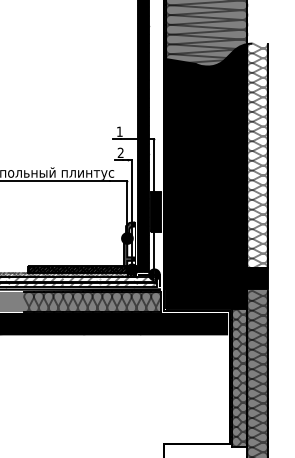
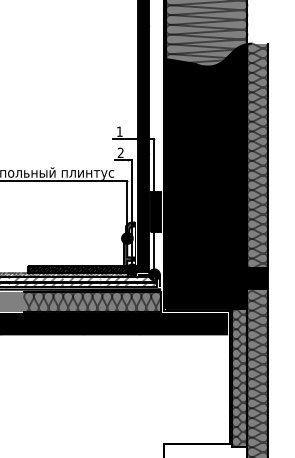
fill at (257, 156): none -> present
